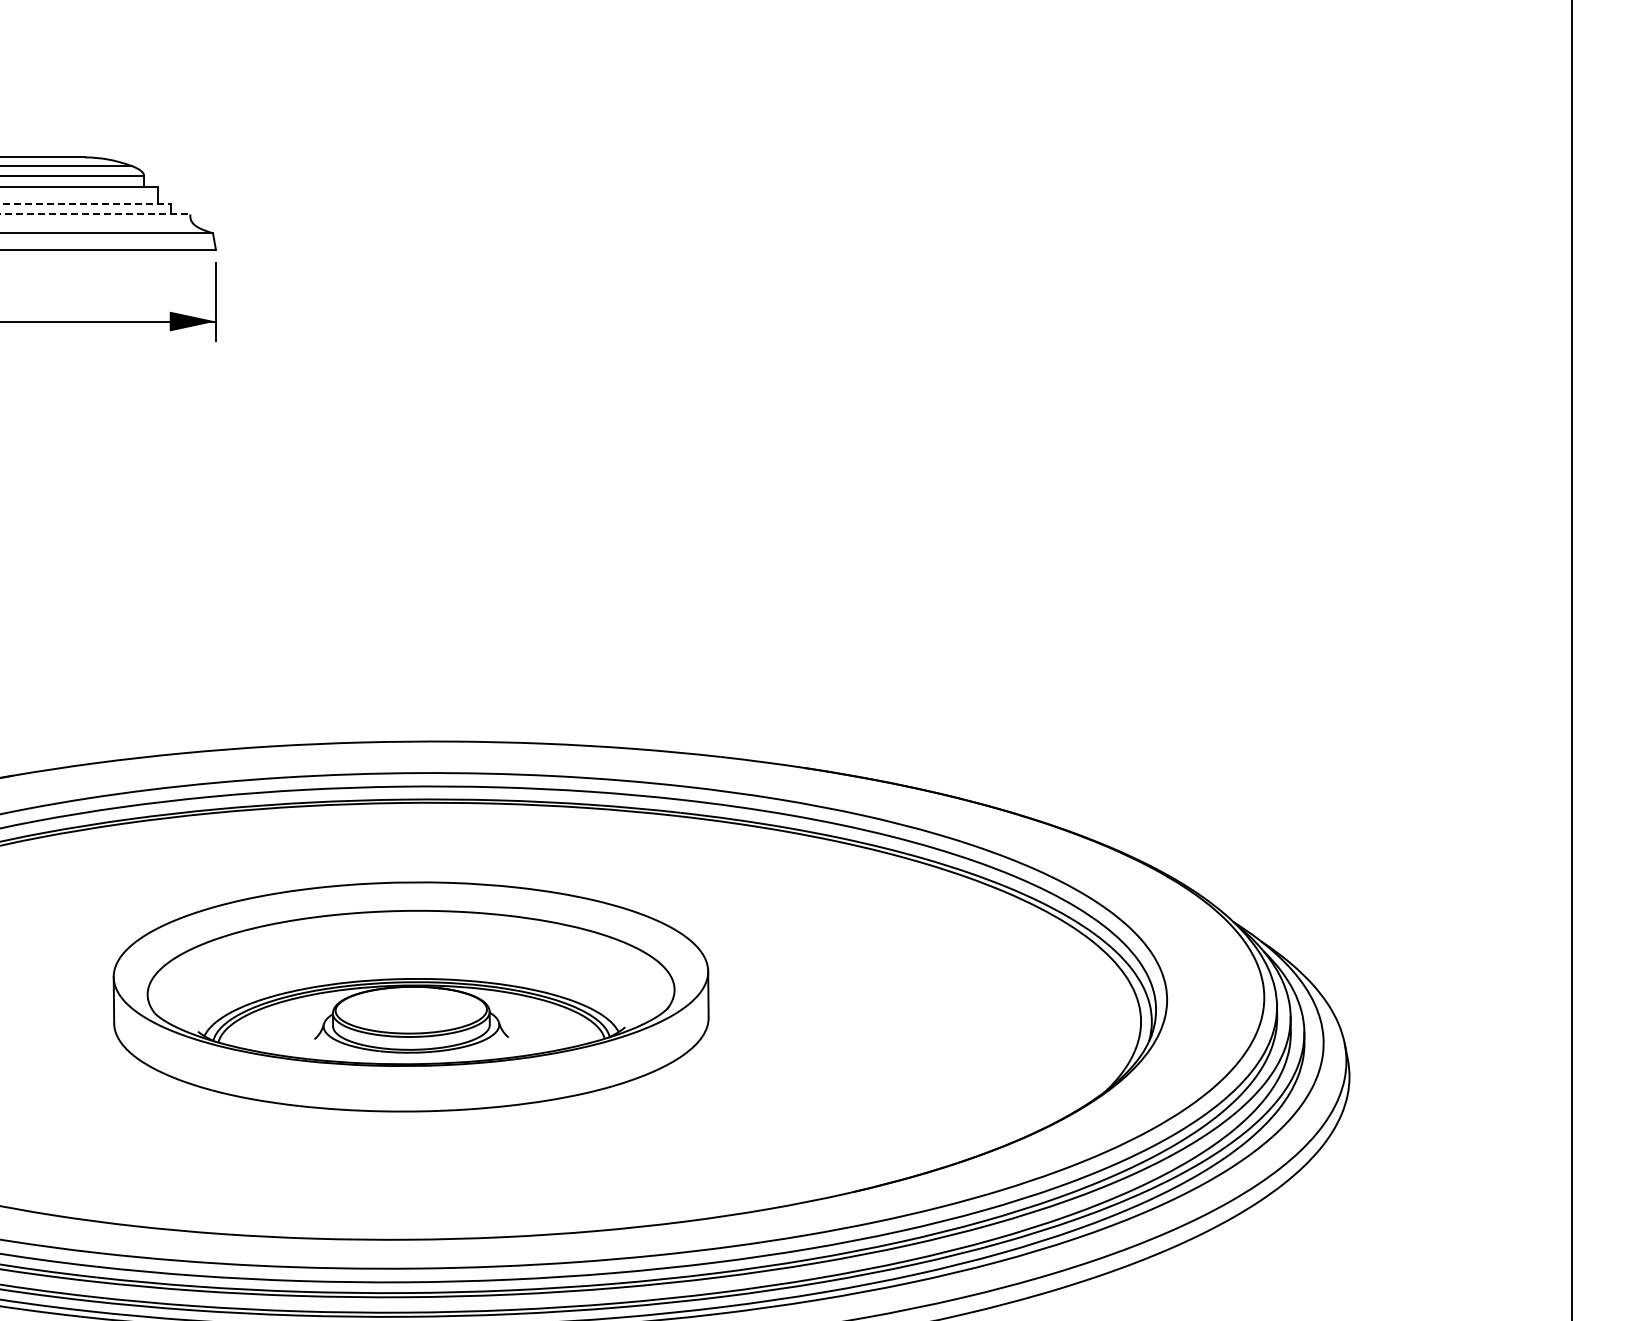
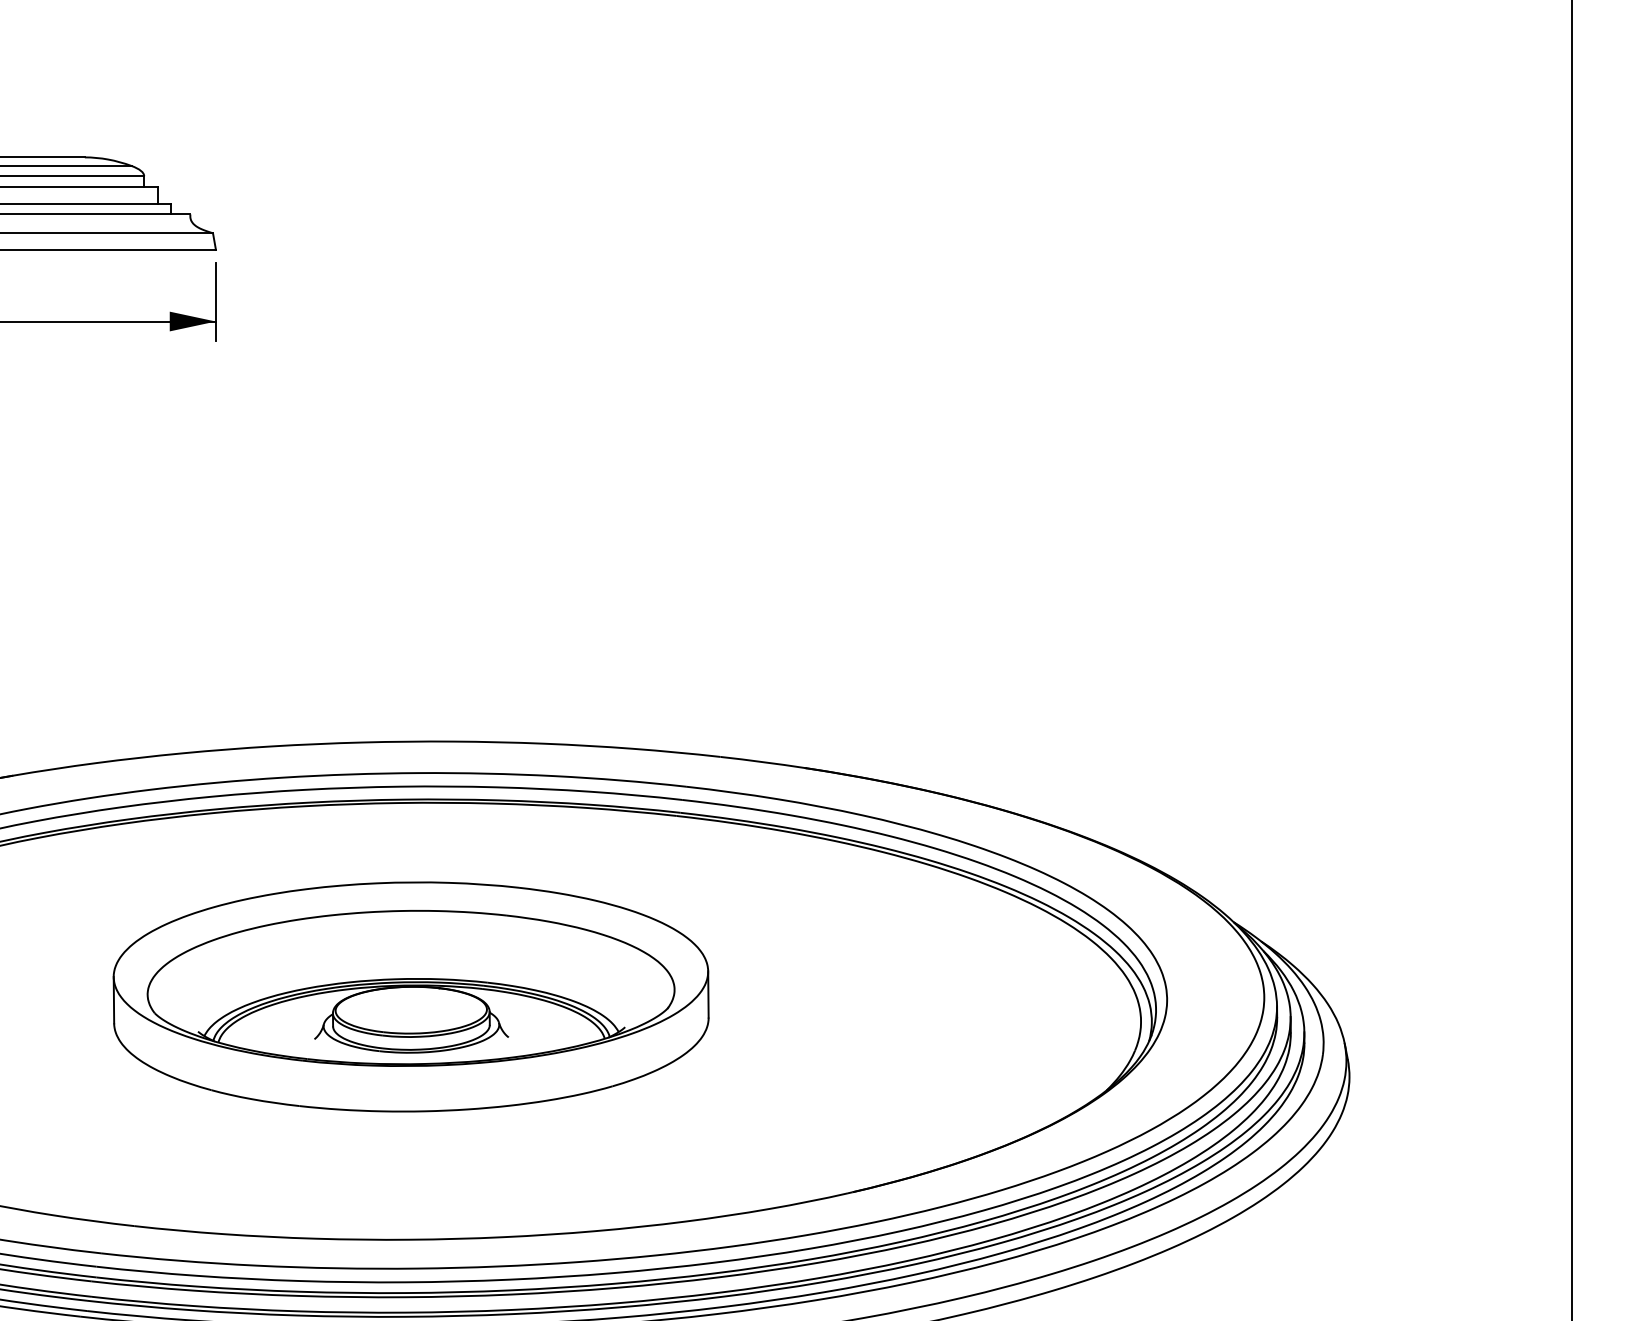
line at (86, 203): dashed -> solid
line at (95, 214): dashed -> solid
